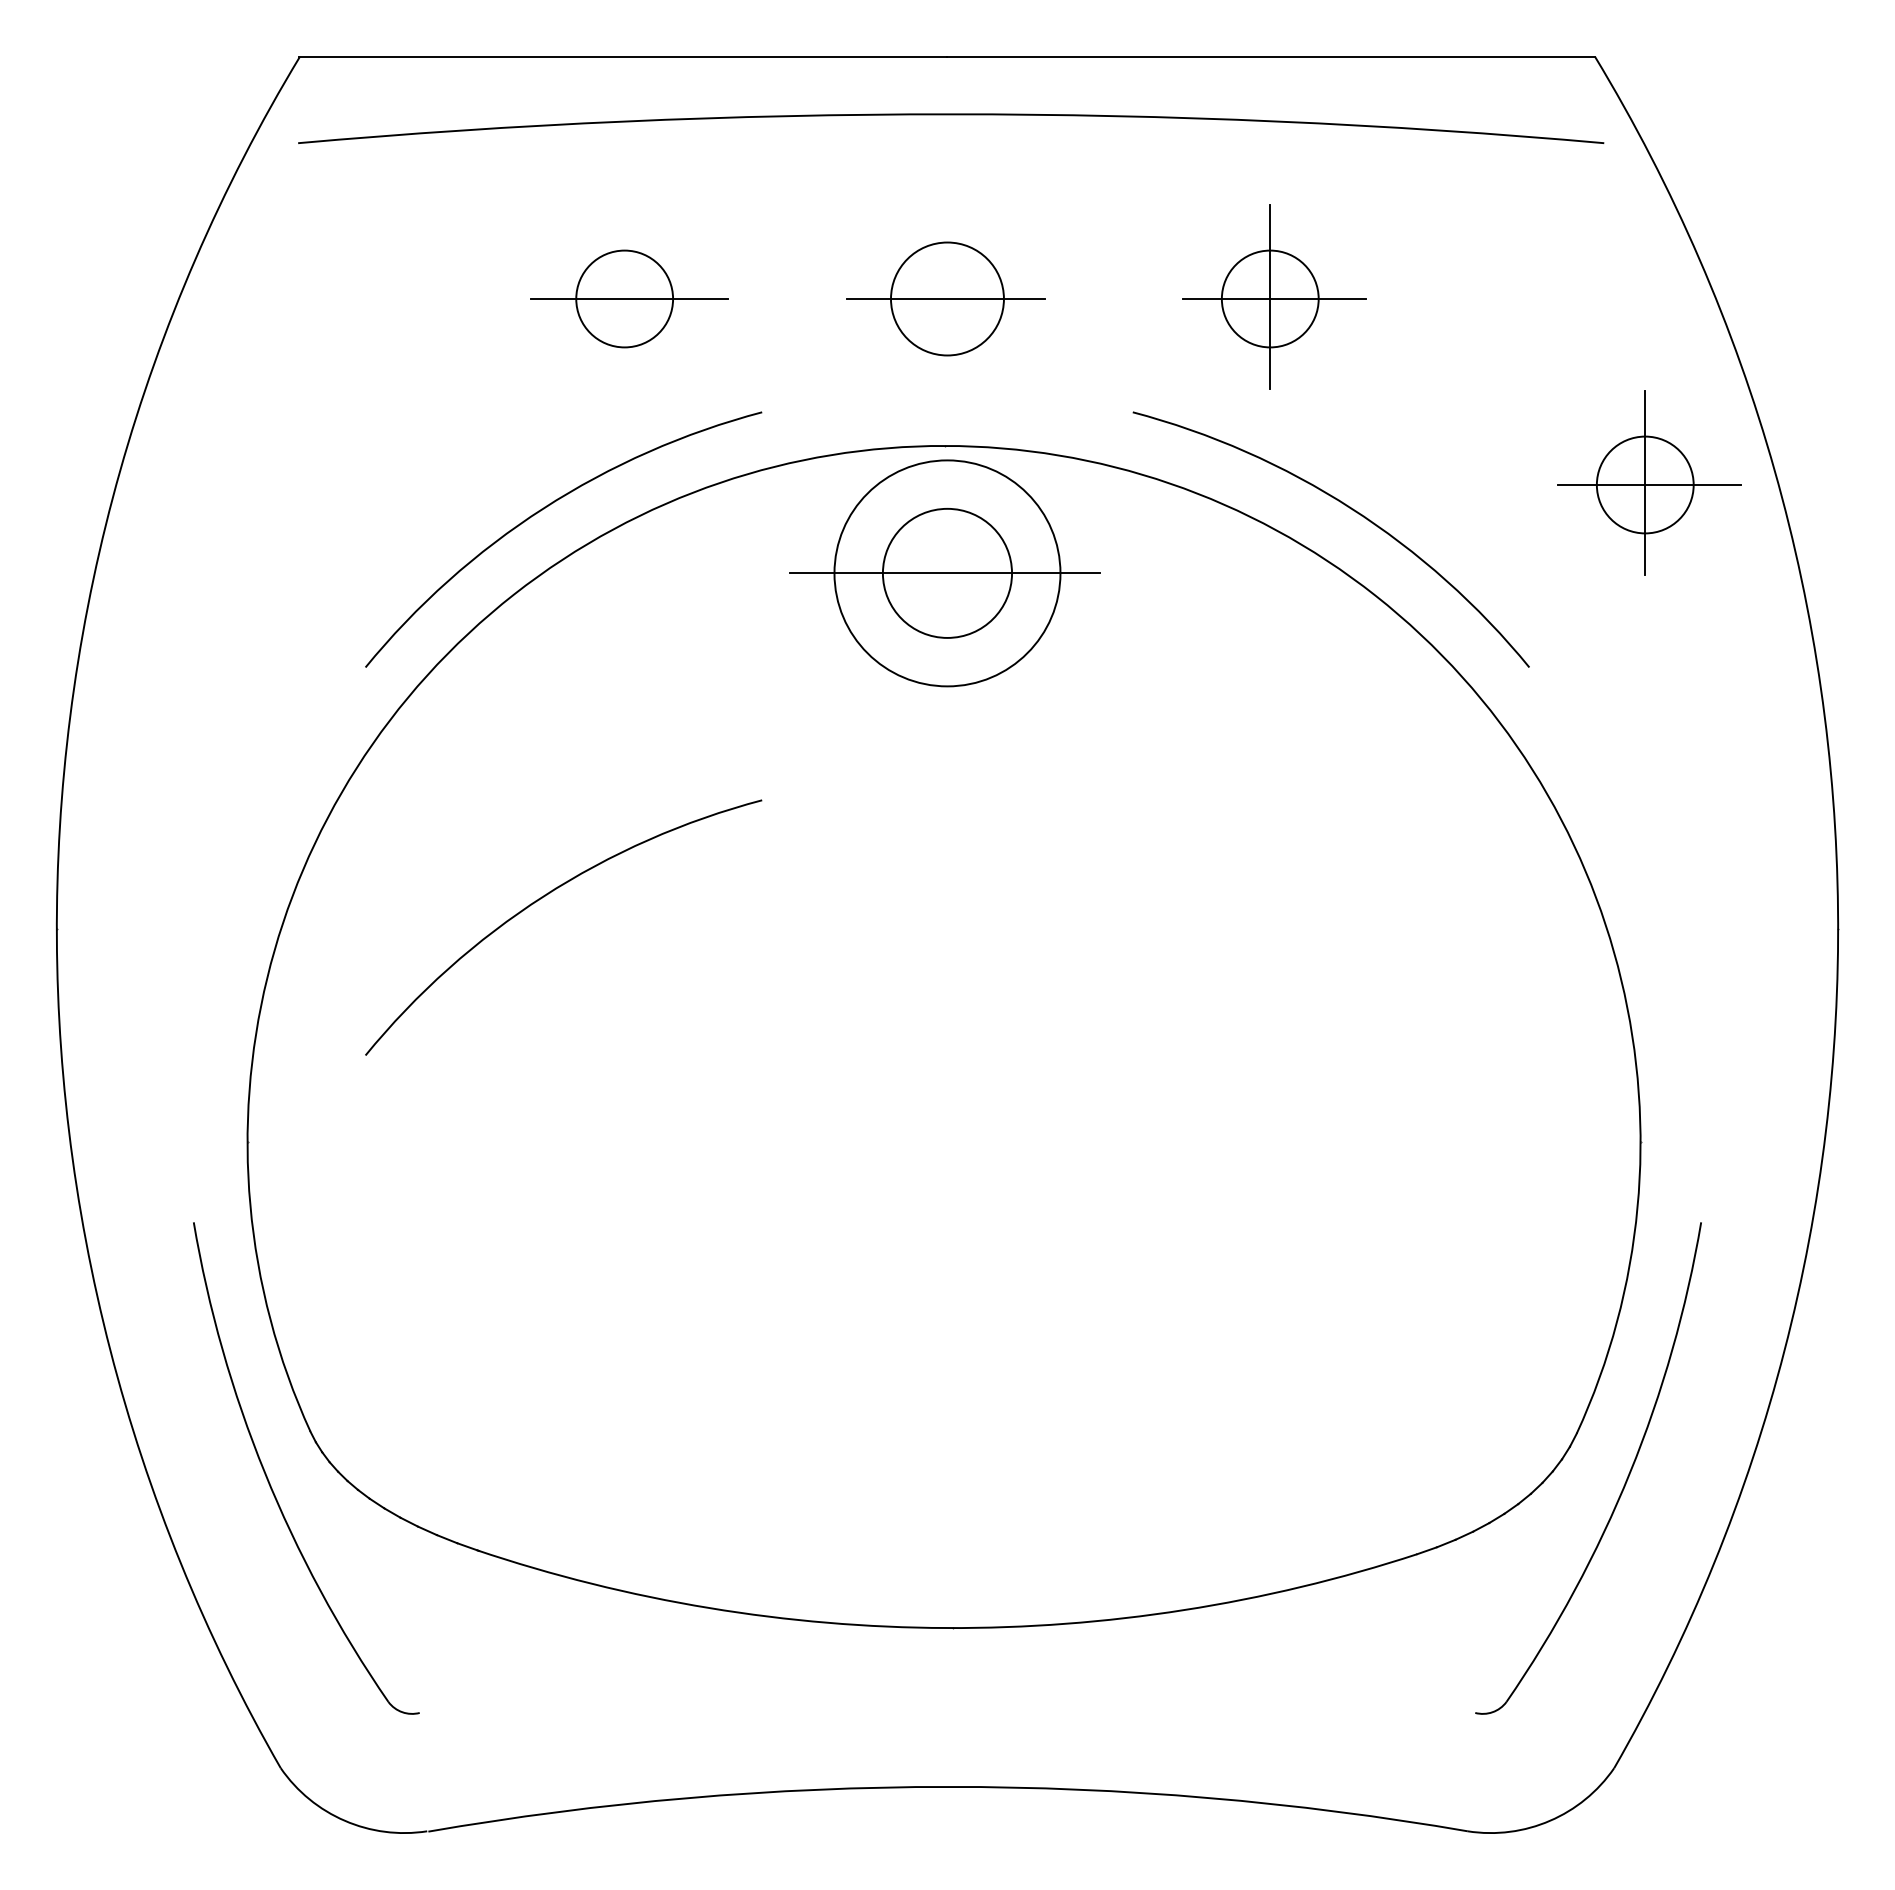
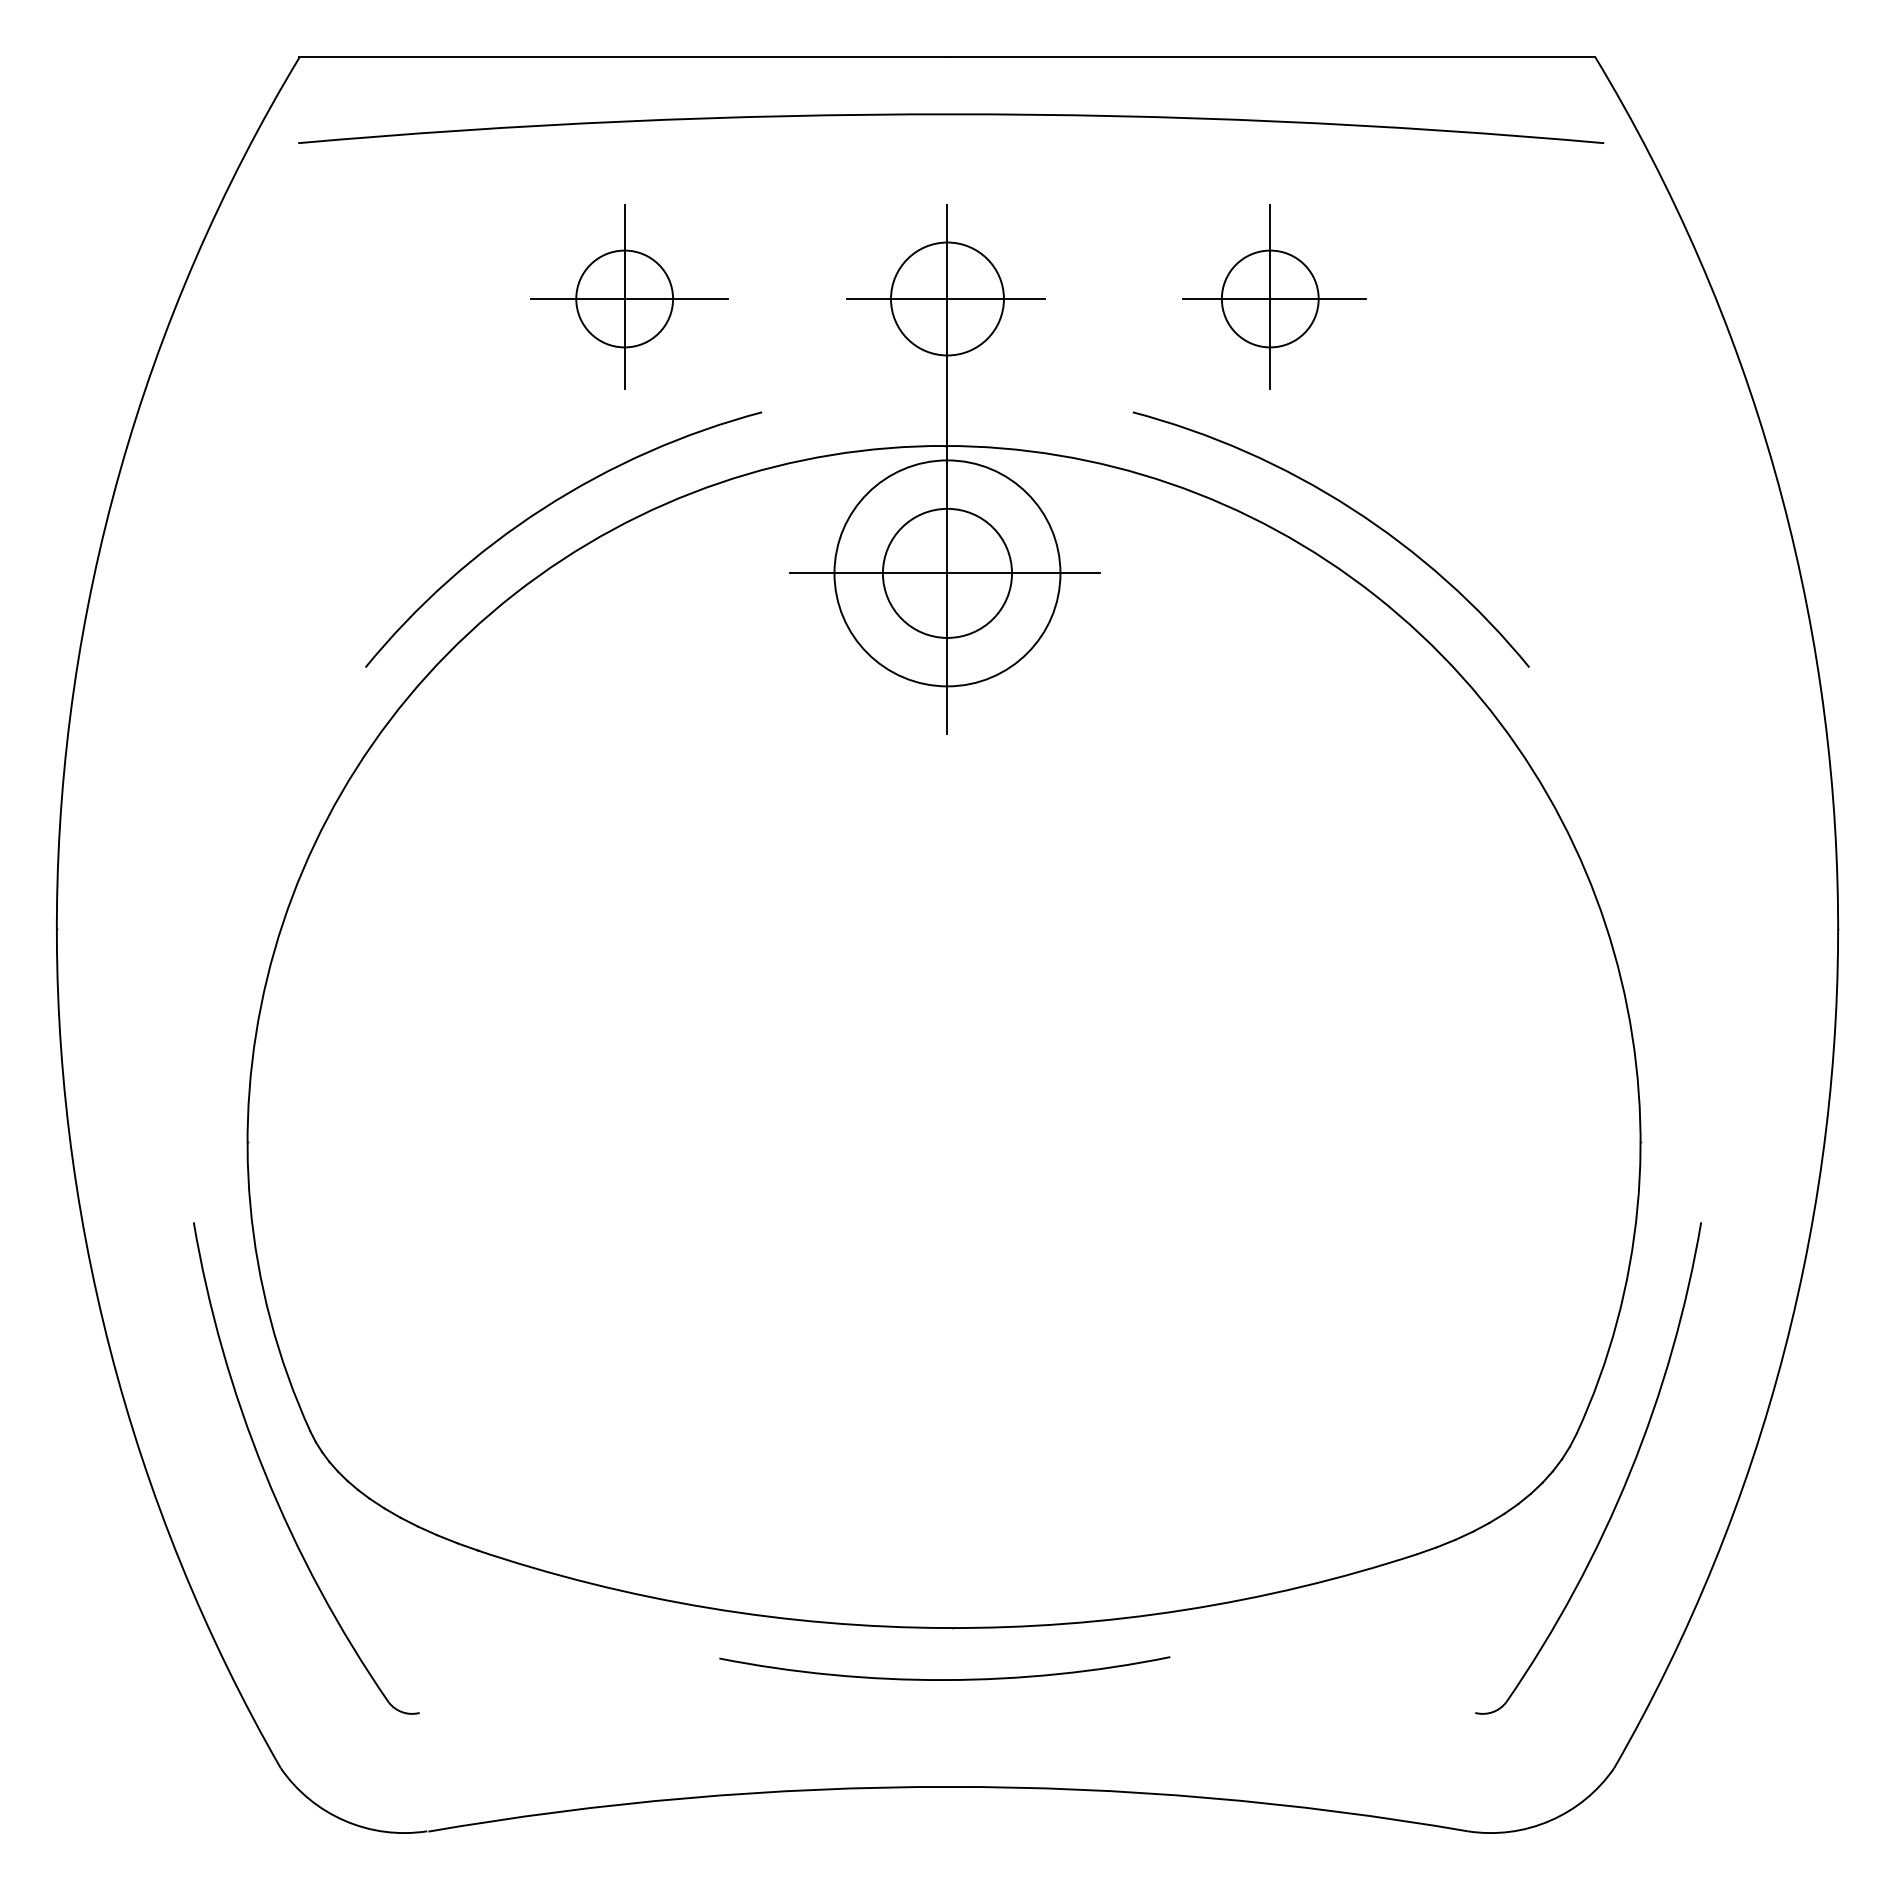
line at (624, 296): none -> present
line at (947, 469): none -> present
part at (1649, 482): present -> none
arc at (544, 897): present -> none
arc at (944, 1679): none -> present
